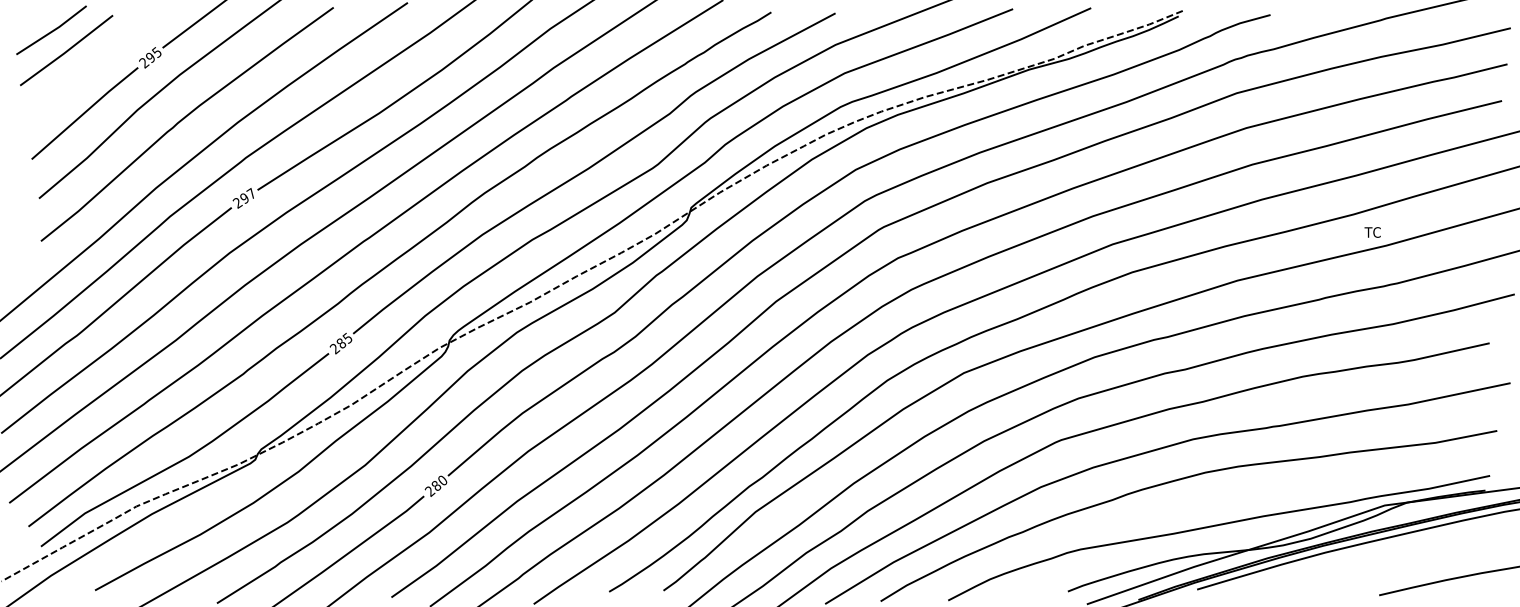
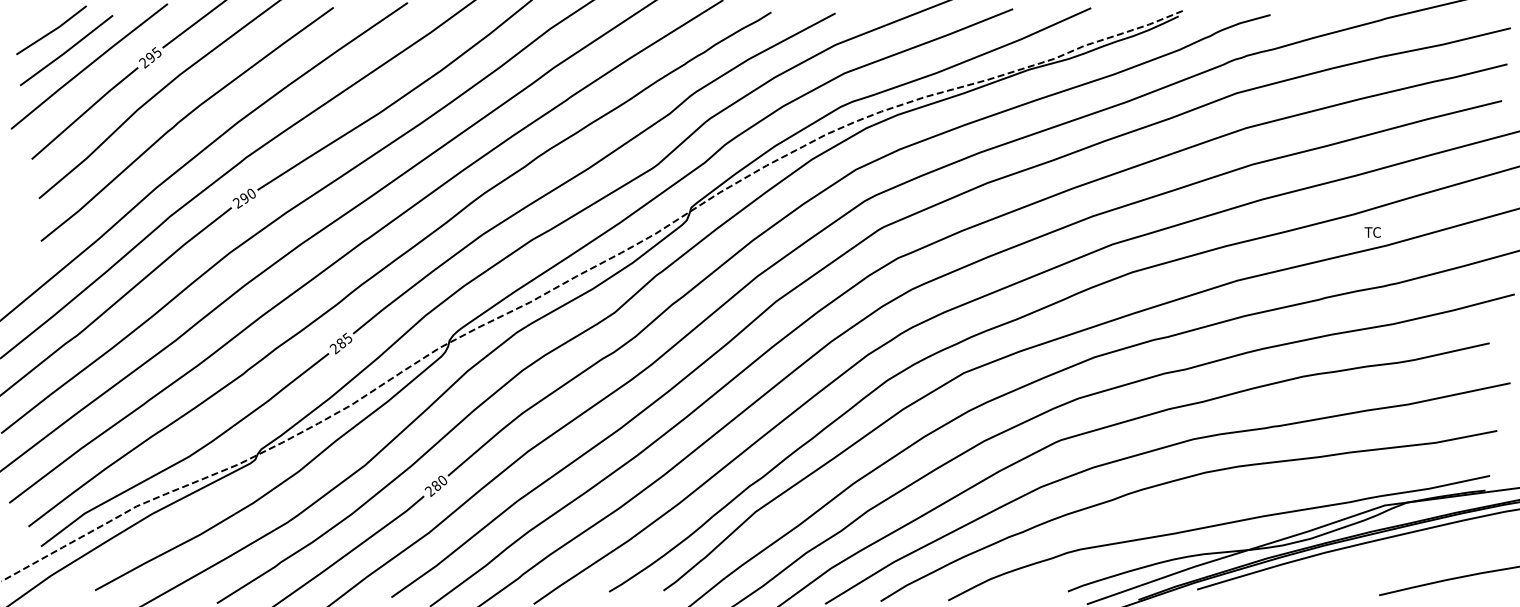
line at (89, 66): none -> present
text at (250, 193): 297 -> 290
